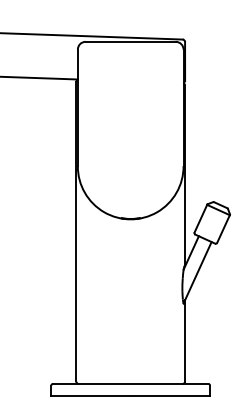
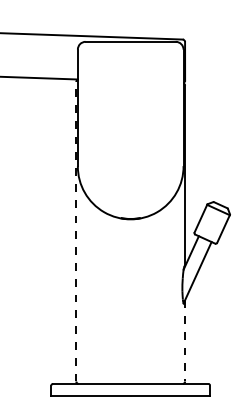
line at (76, 231): solid -> dashed
line at (185, 340): solid -> dashed
